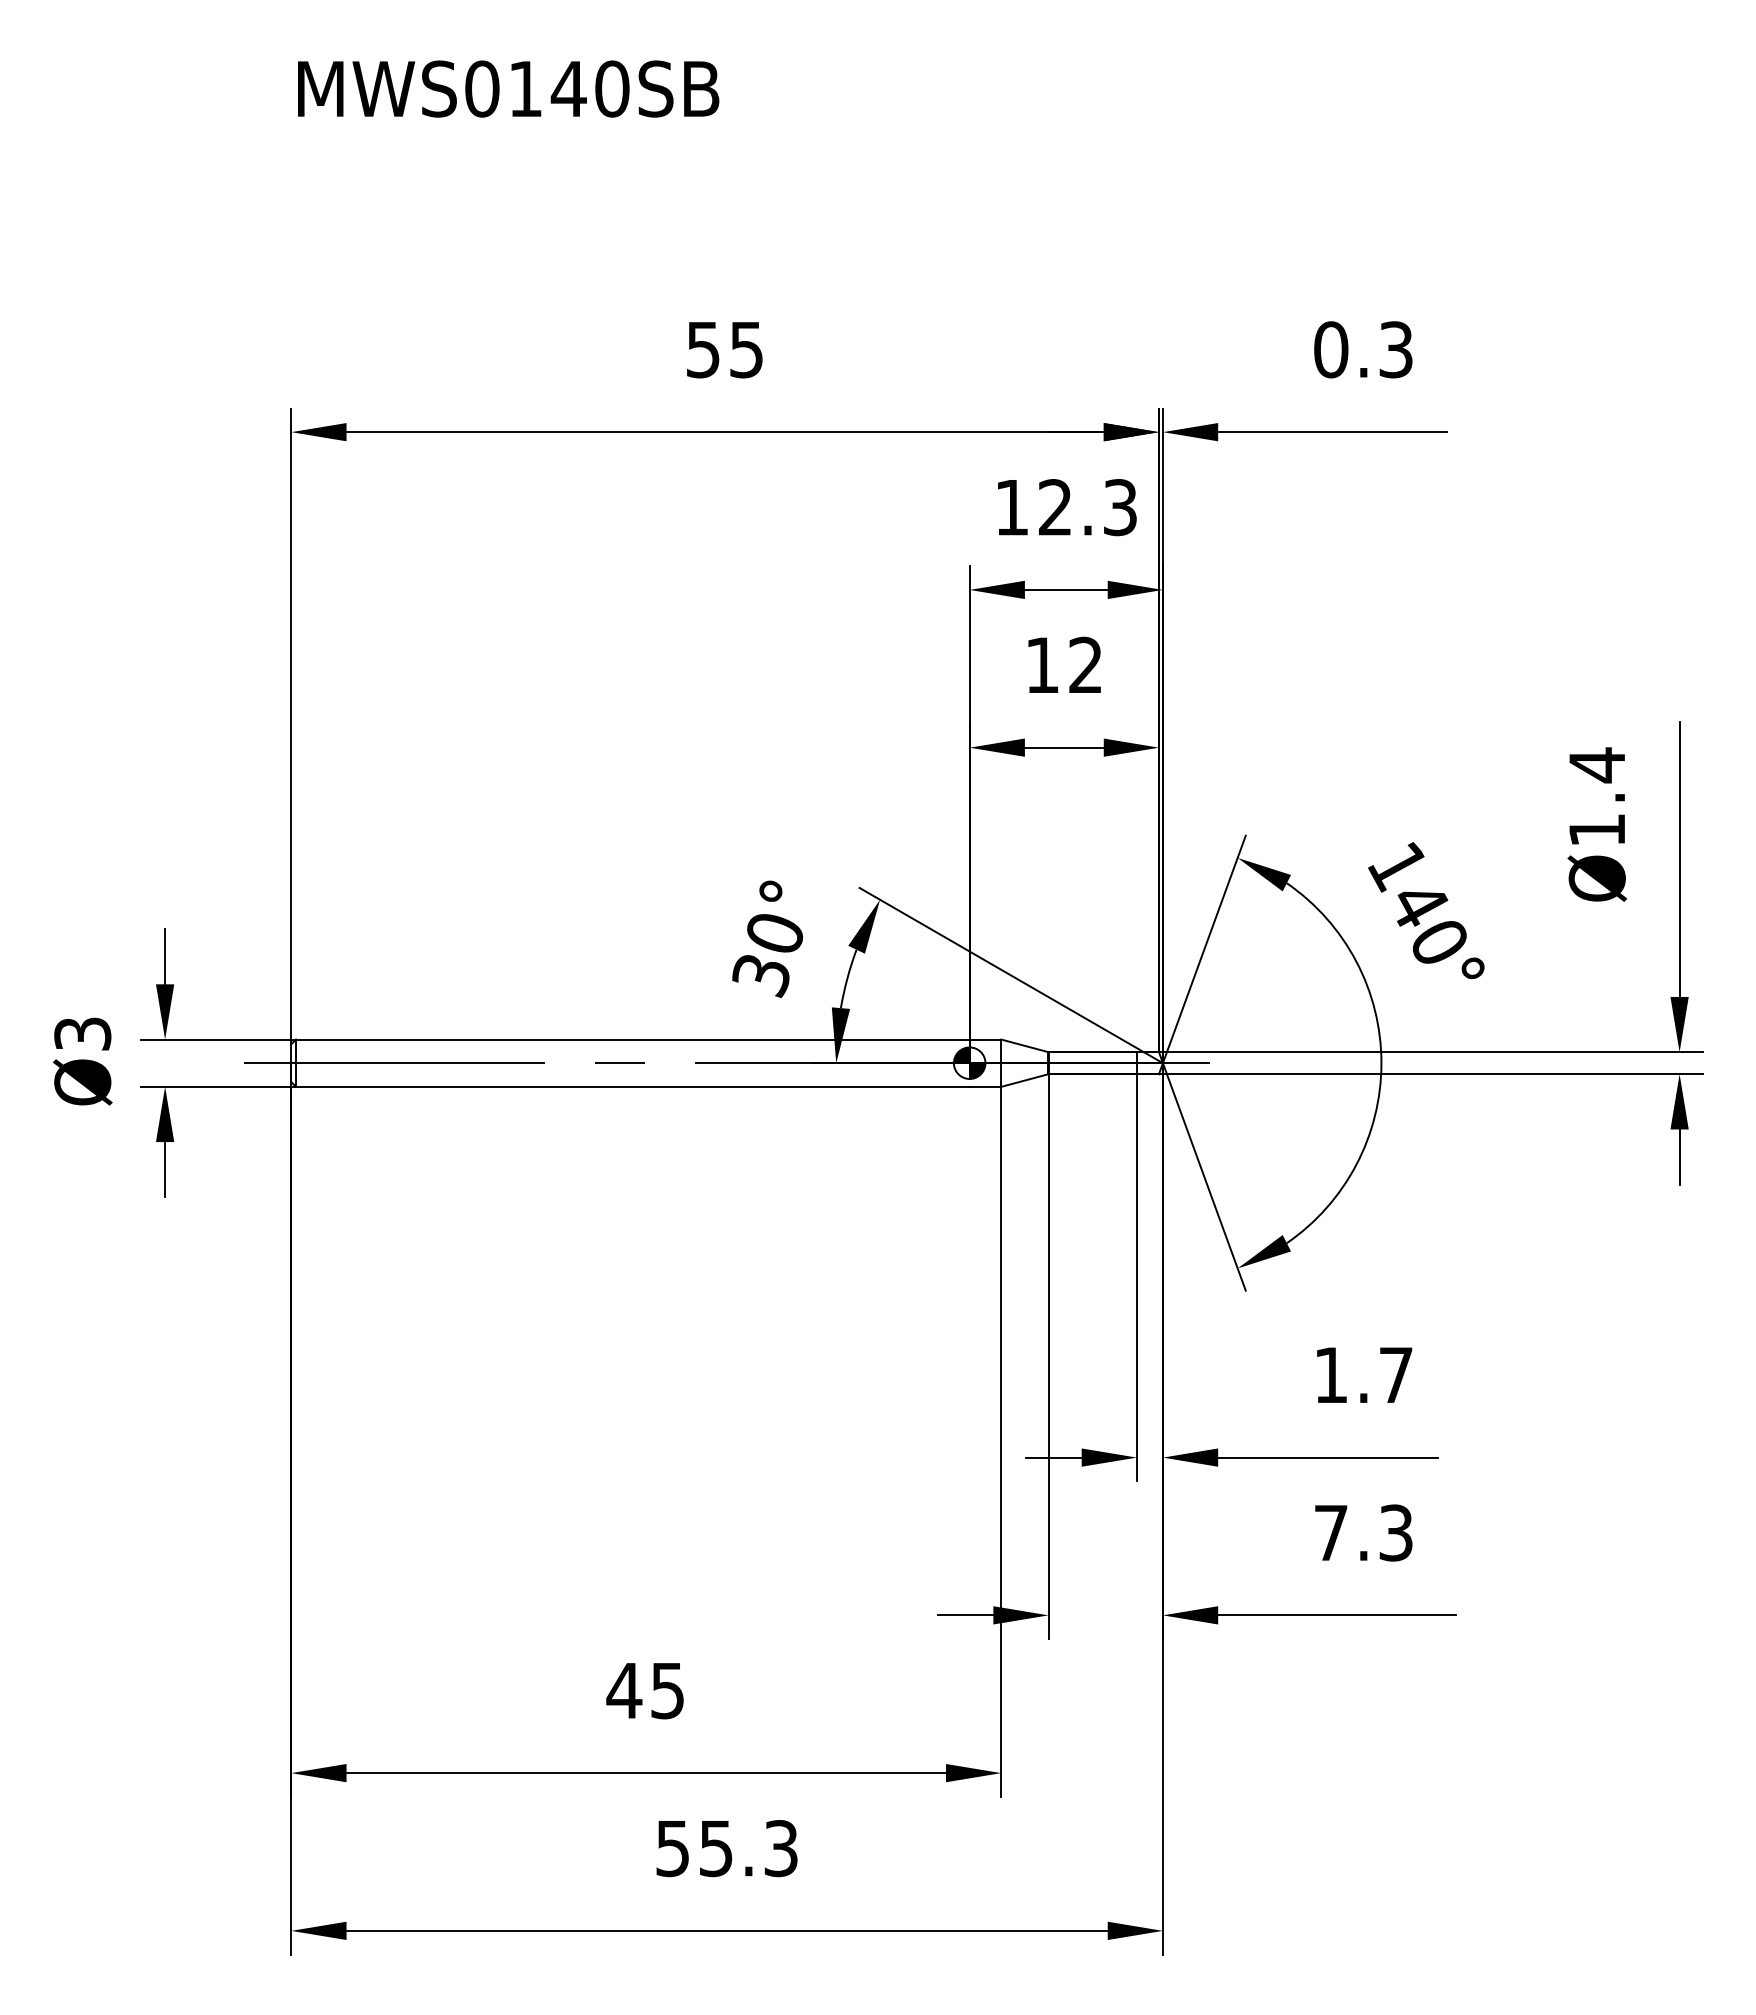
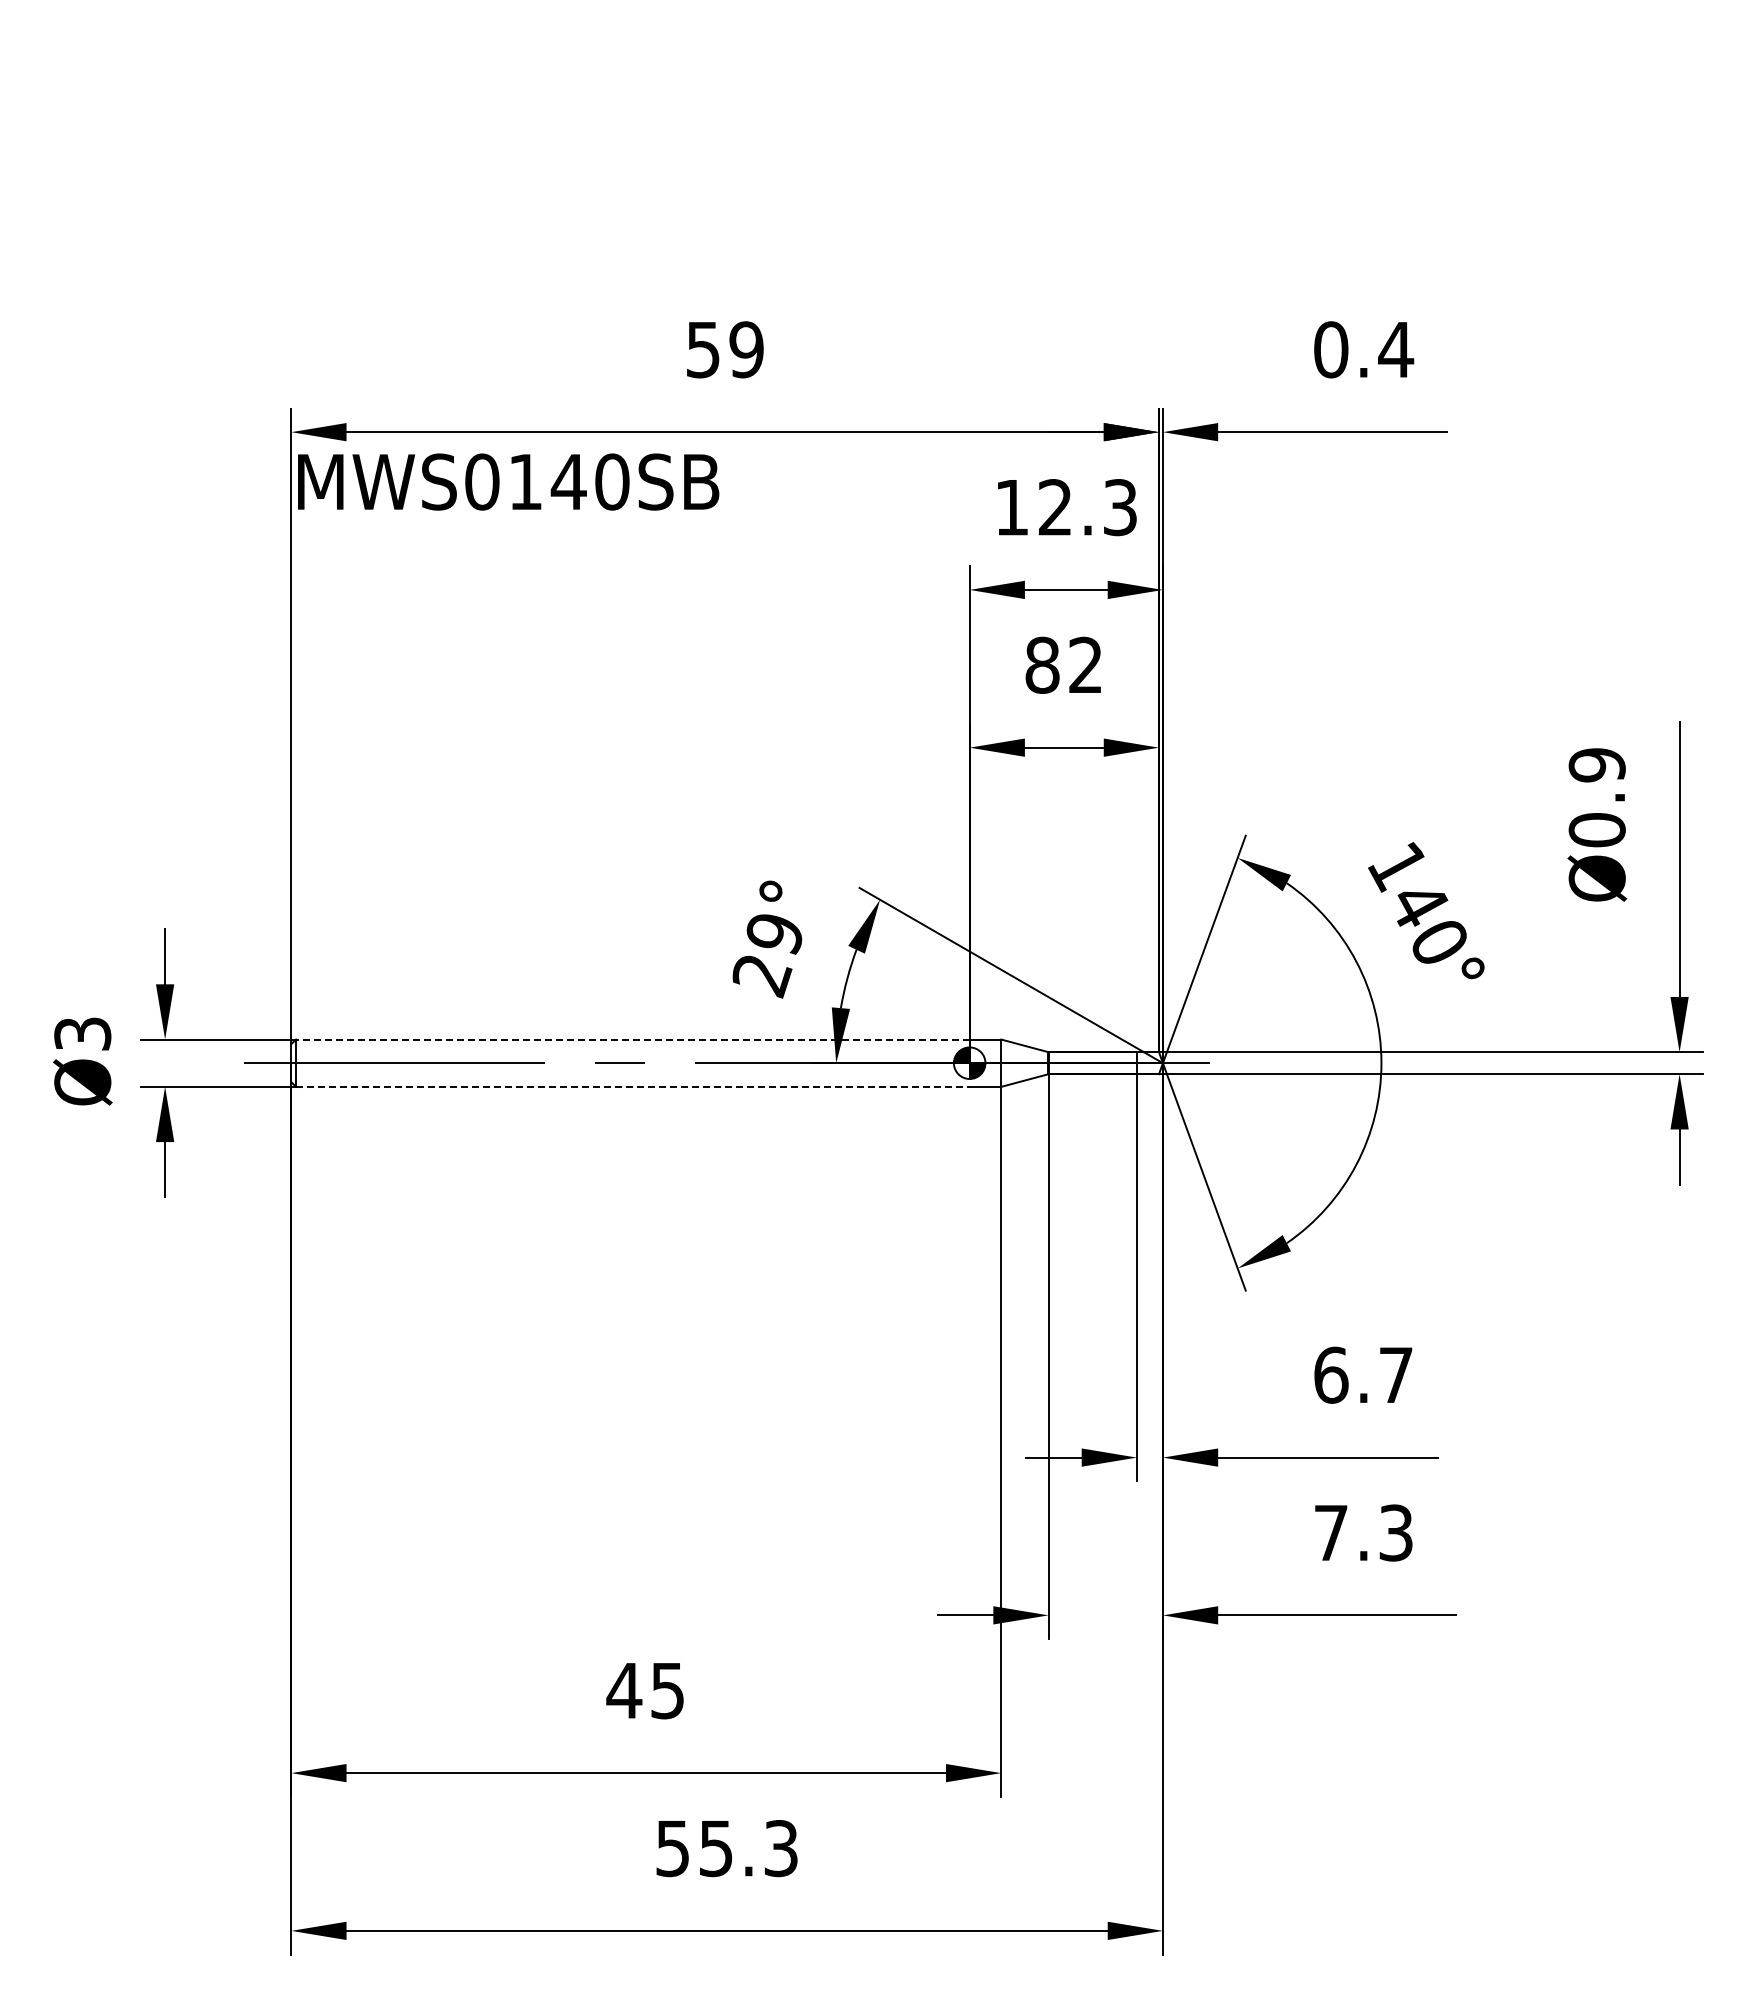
text at (508, 88) position: (508, 88) -> (508, 481)
text at (746, 349): 55 -> 59
text at (1396, 349): 0.3 -> 0.4
text at (1042, 664): 12 -> 82
text at (1596, 797): Ø1.4 -> Ø0.9
text at (767, 956): 30° -> 29°
line at (632, 1039): solid -> dashed
line at (632, 1086): solid -> dashed
text at (1331, 1374): 1.7 -> 6.7
